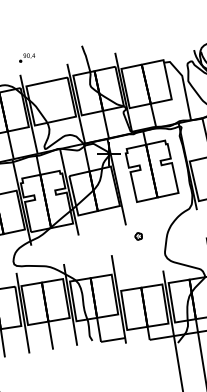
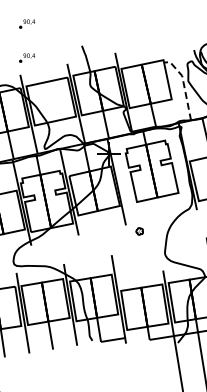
part at (27, 23): none -> present
line at (183, 84): solid -> dashed
part at (138, 236) position: (138, 236) -> (139, 231)
